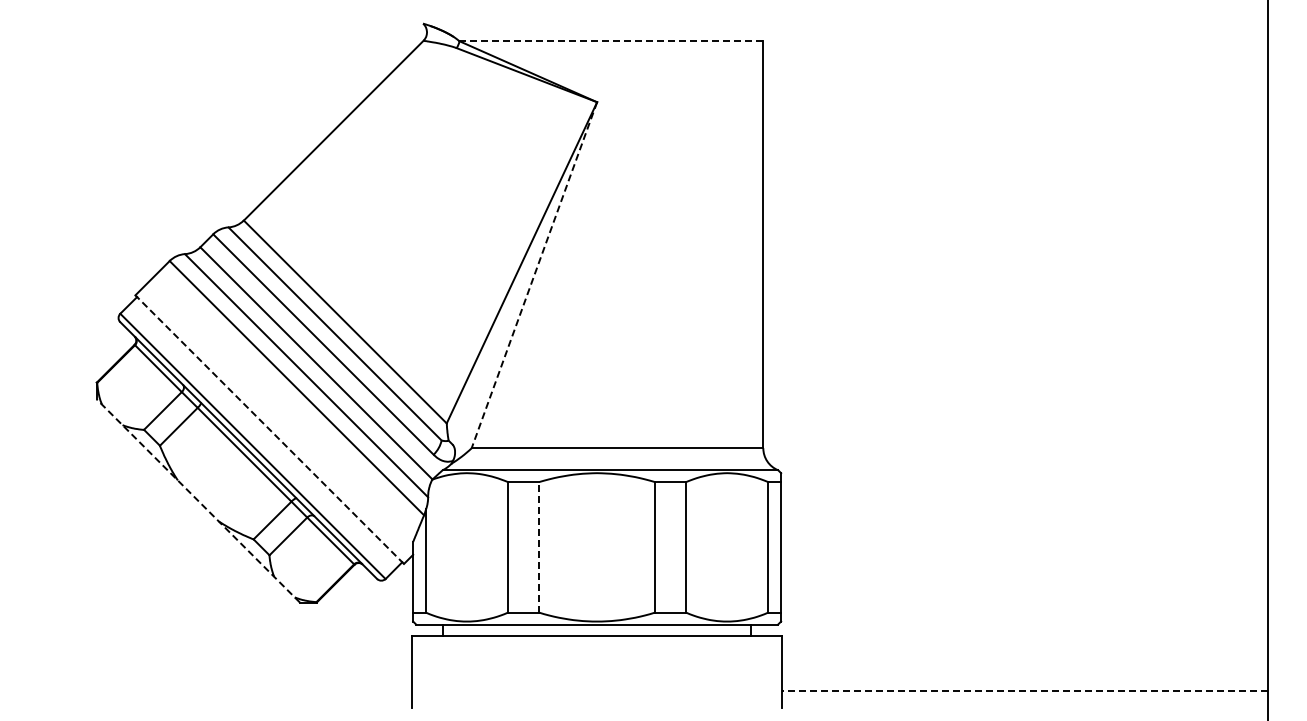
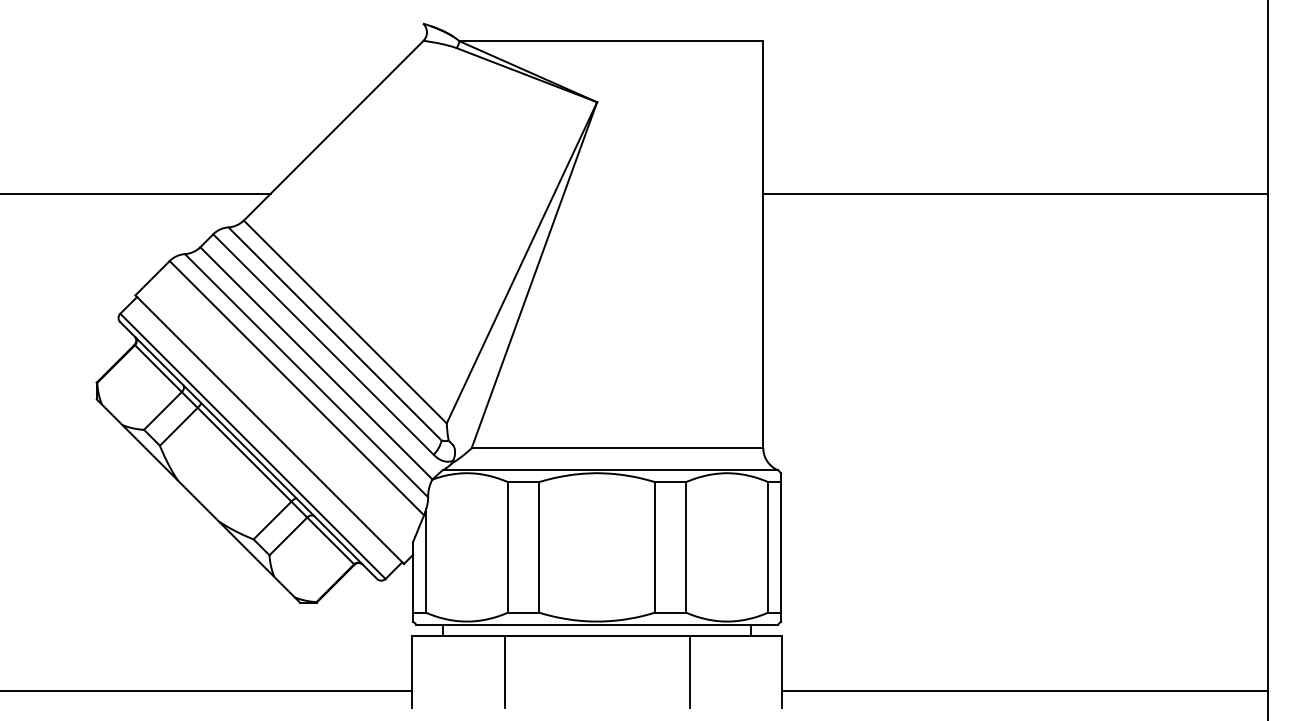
line at (611, 41): dashed -> solid
line at (136, 193): none -> present
line at (1015, 193): none -> present
line at (534, 275): dashed -> solid
line at (269, 429): dashed -> solid
line at (198, 501): dashed -> solid
line at (539, 546): dashed -> solid
line at (504, 671): none -> present
line at (689, 671): none -> present
line at (207, 690): none -> present
line at (1024, 690): dashed -> solid
